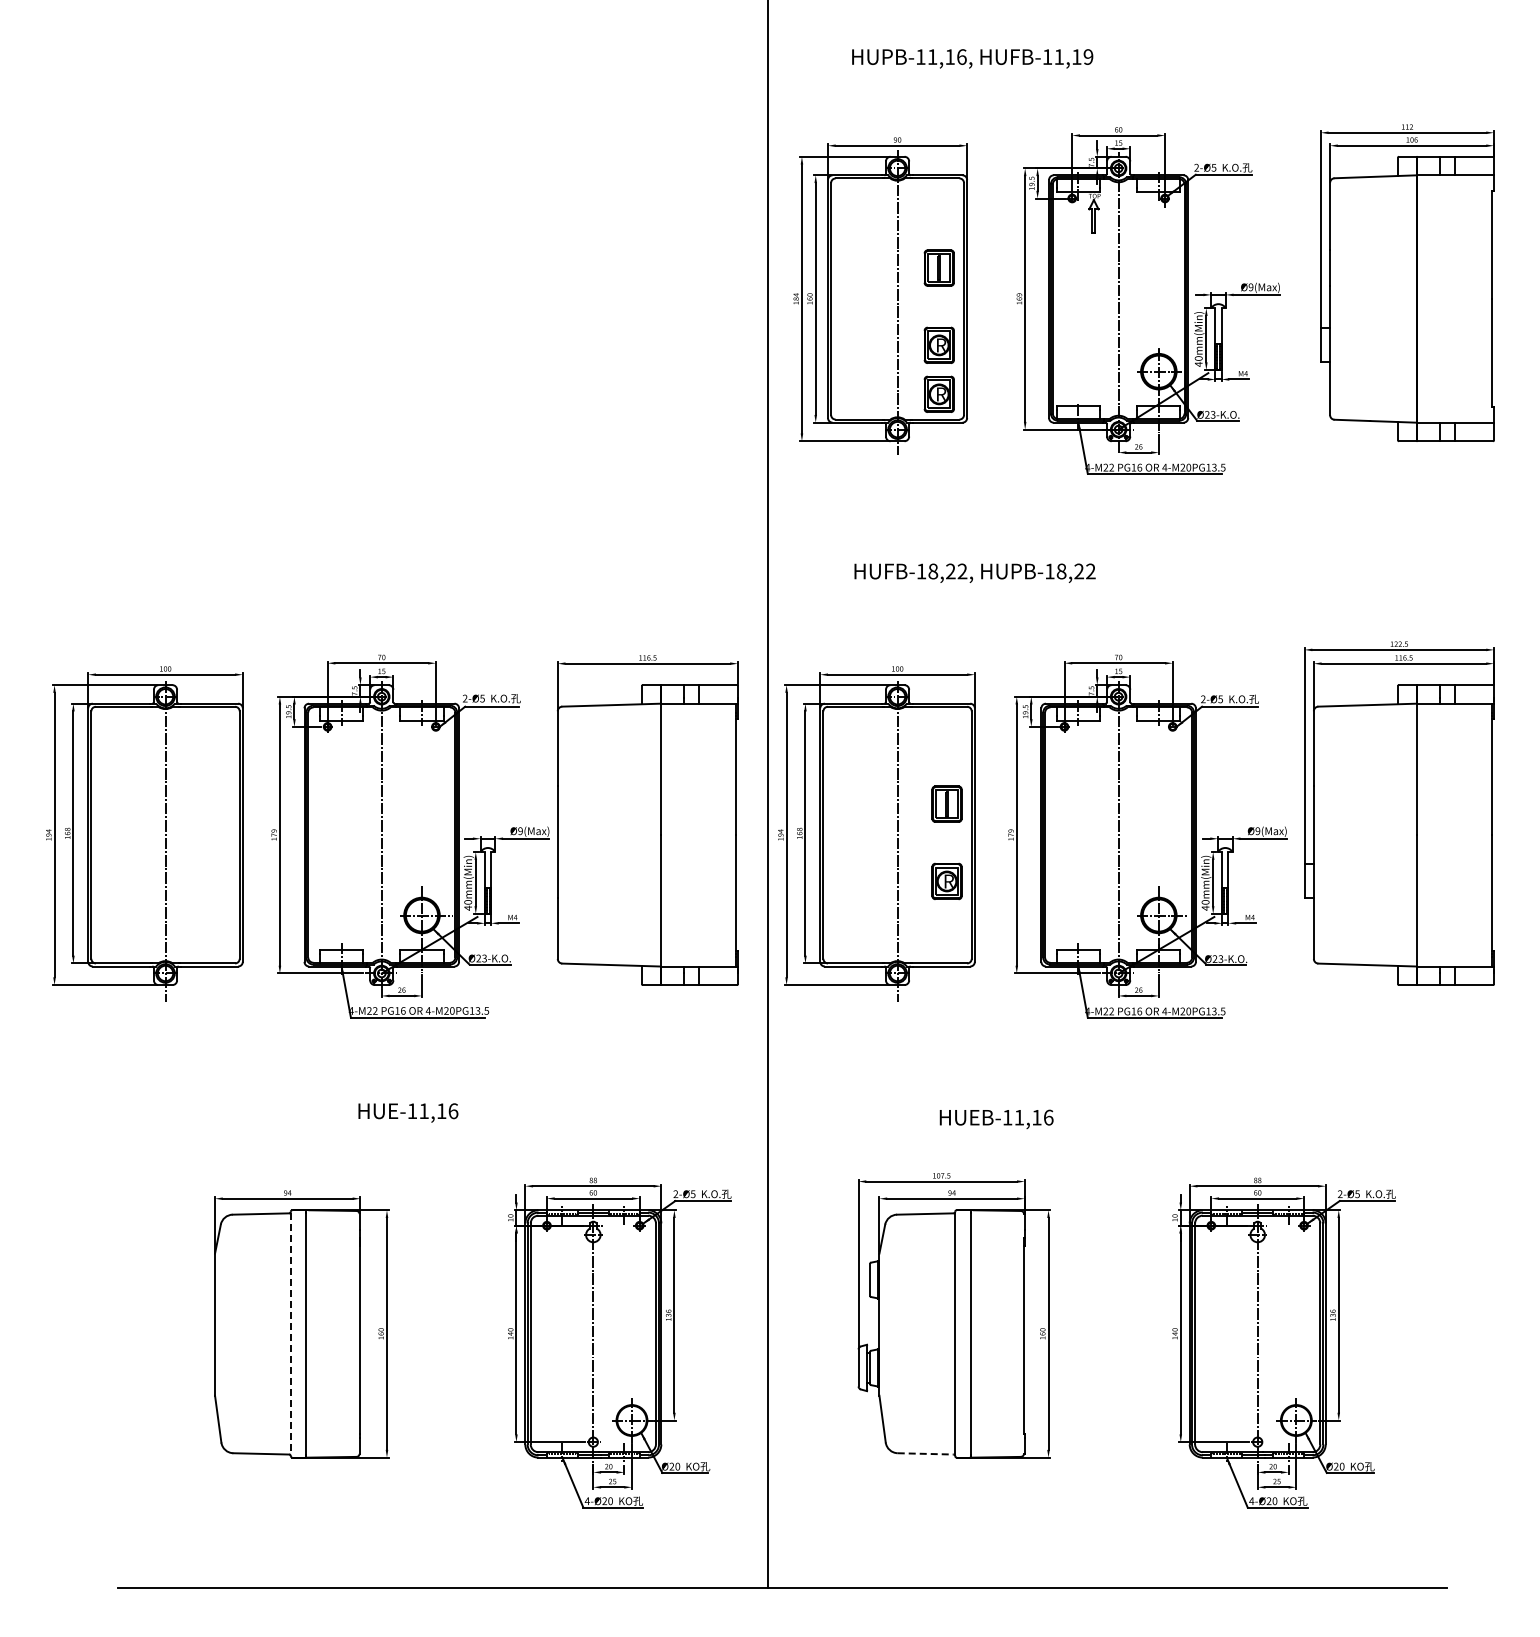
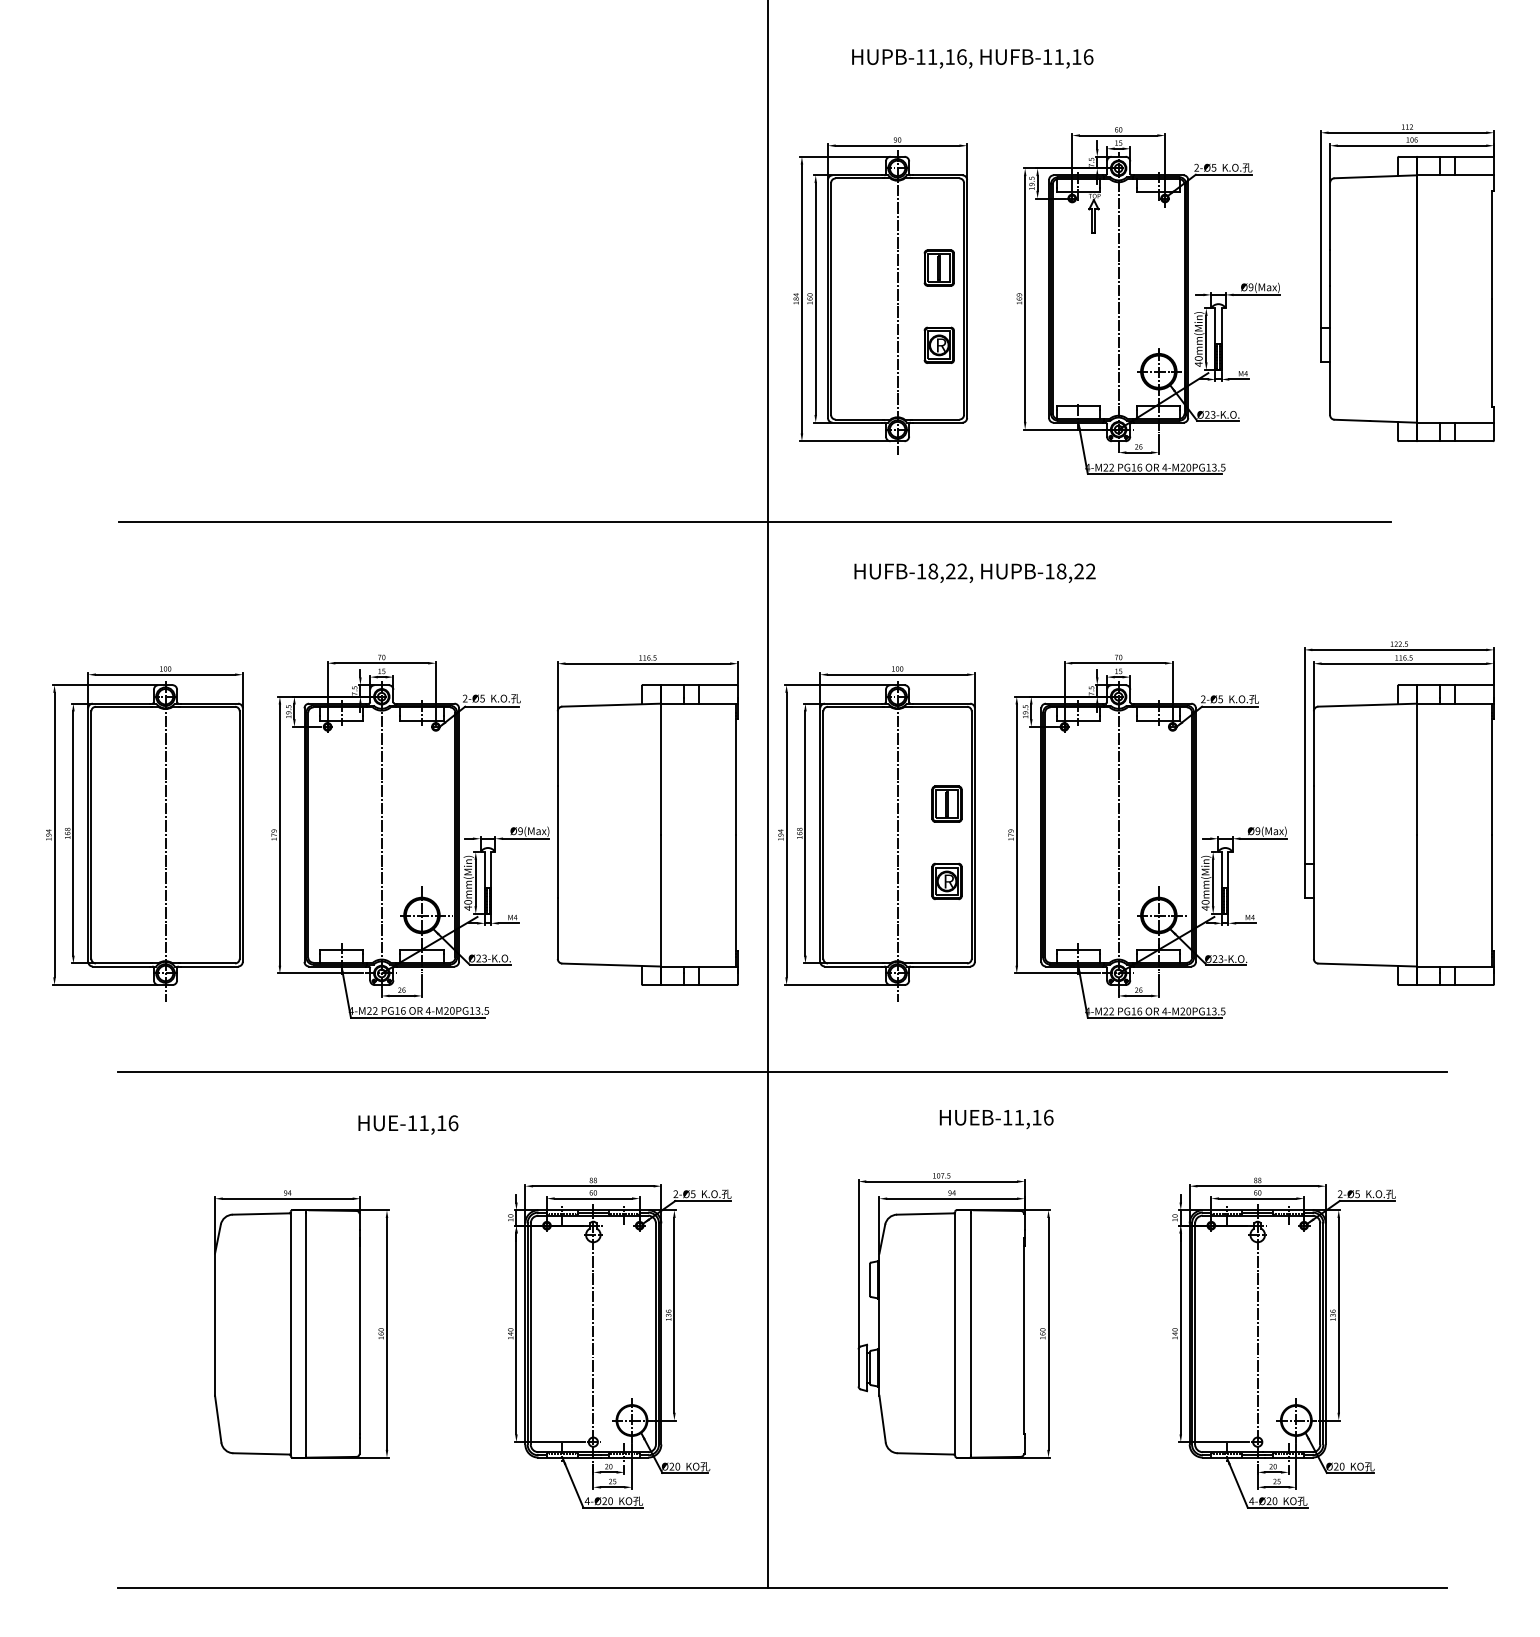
text at (1088, 56): HUFB-11,19 -> HUFB-11,16
part at (938, 393): present -> none
line at (754, 521): none -> present
line at (782, 1072): none -> present
text at (408, 1112) position: (408, 1112) -> (408, 1124)
line at (290, 1334): dashed -> solid
line at (925, 1453): dashed -> solid
